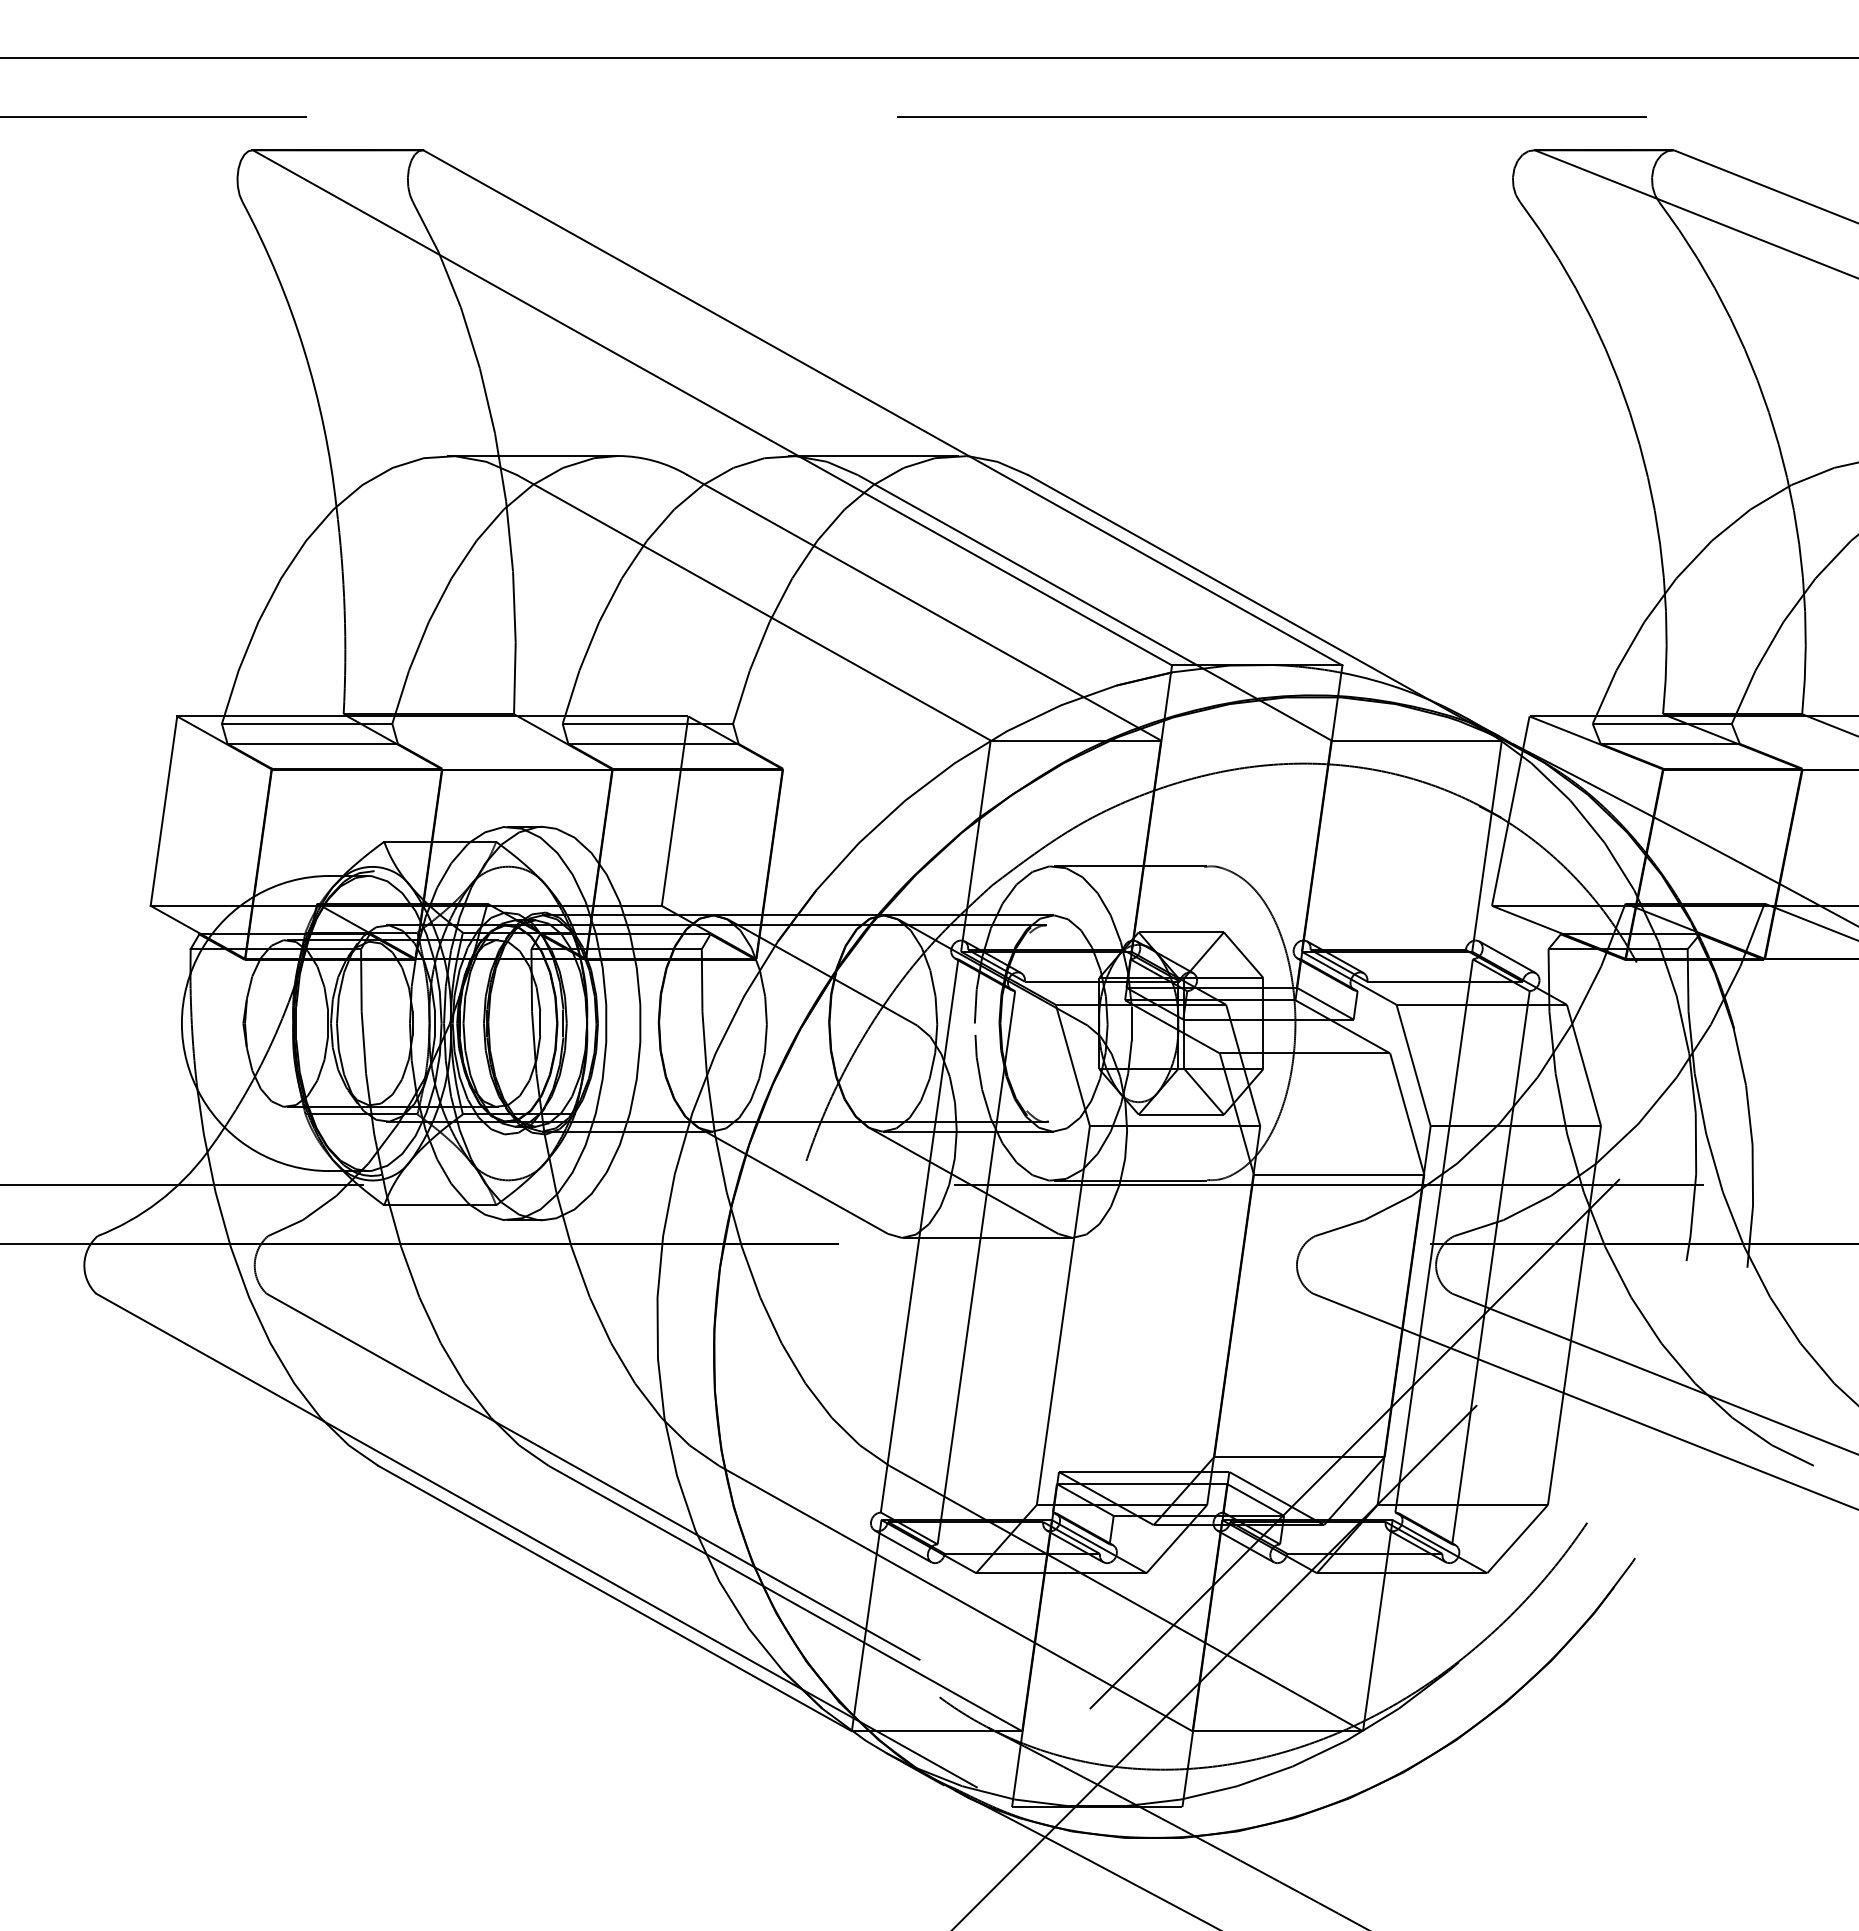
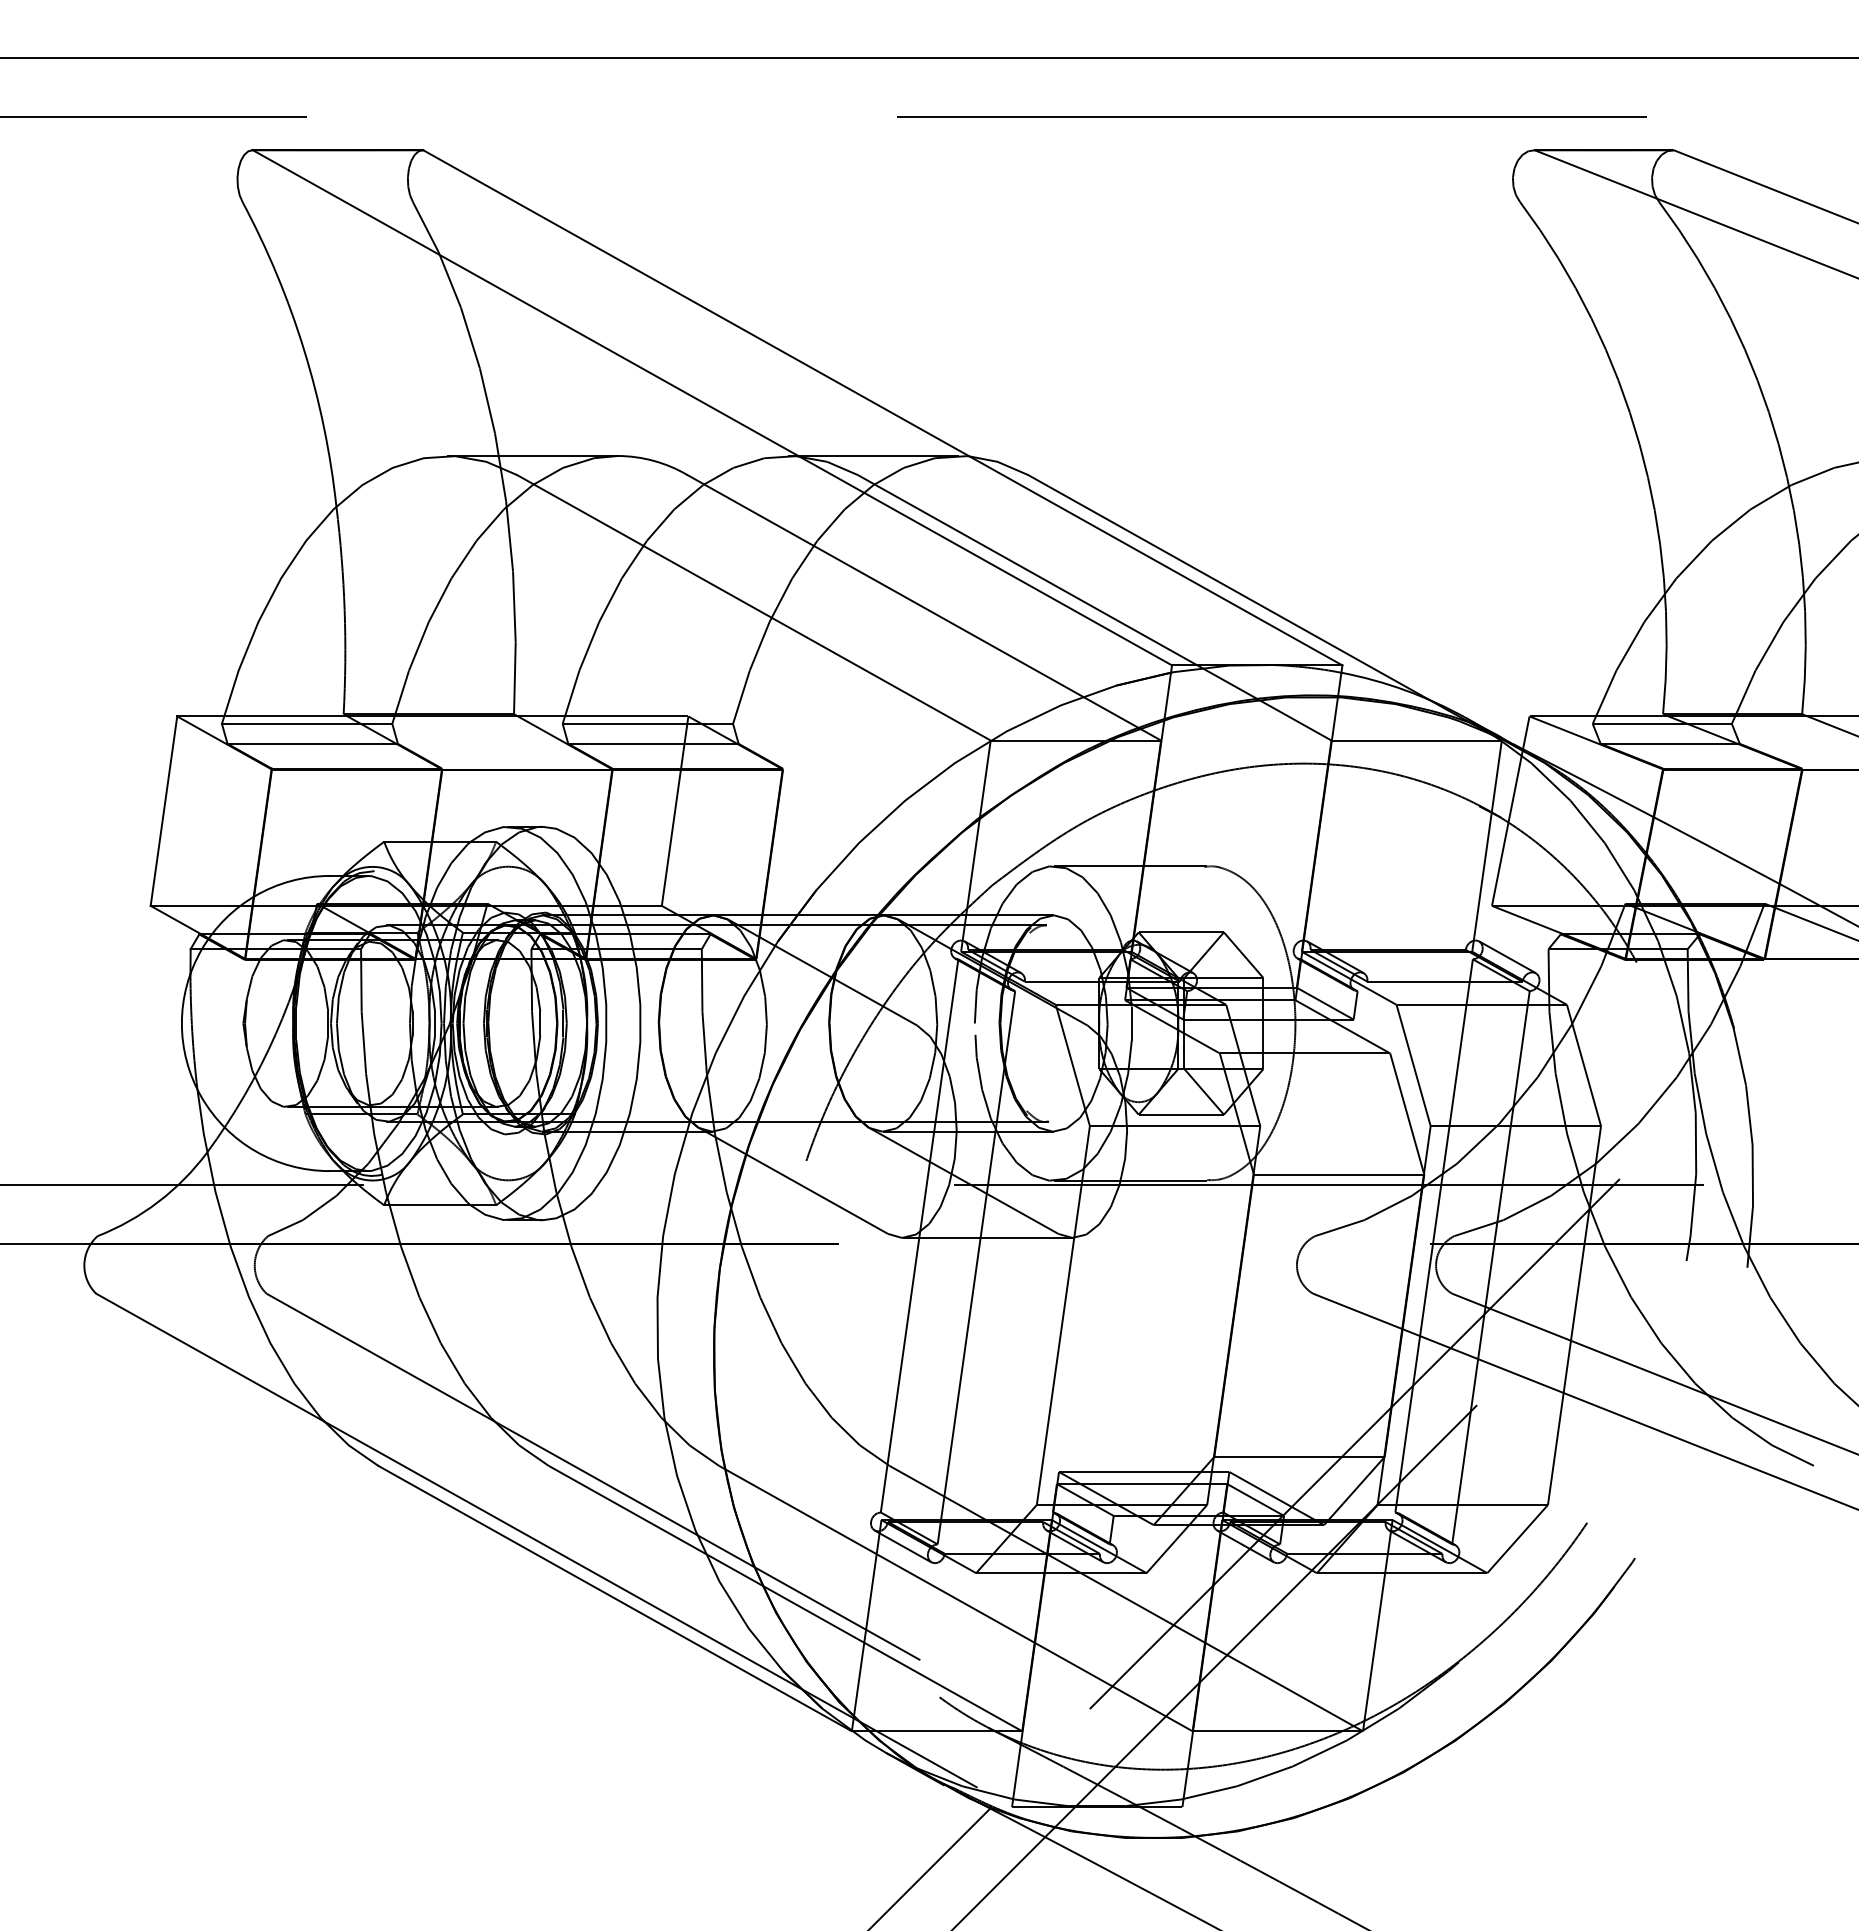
line at (930, 1867): none -> present
